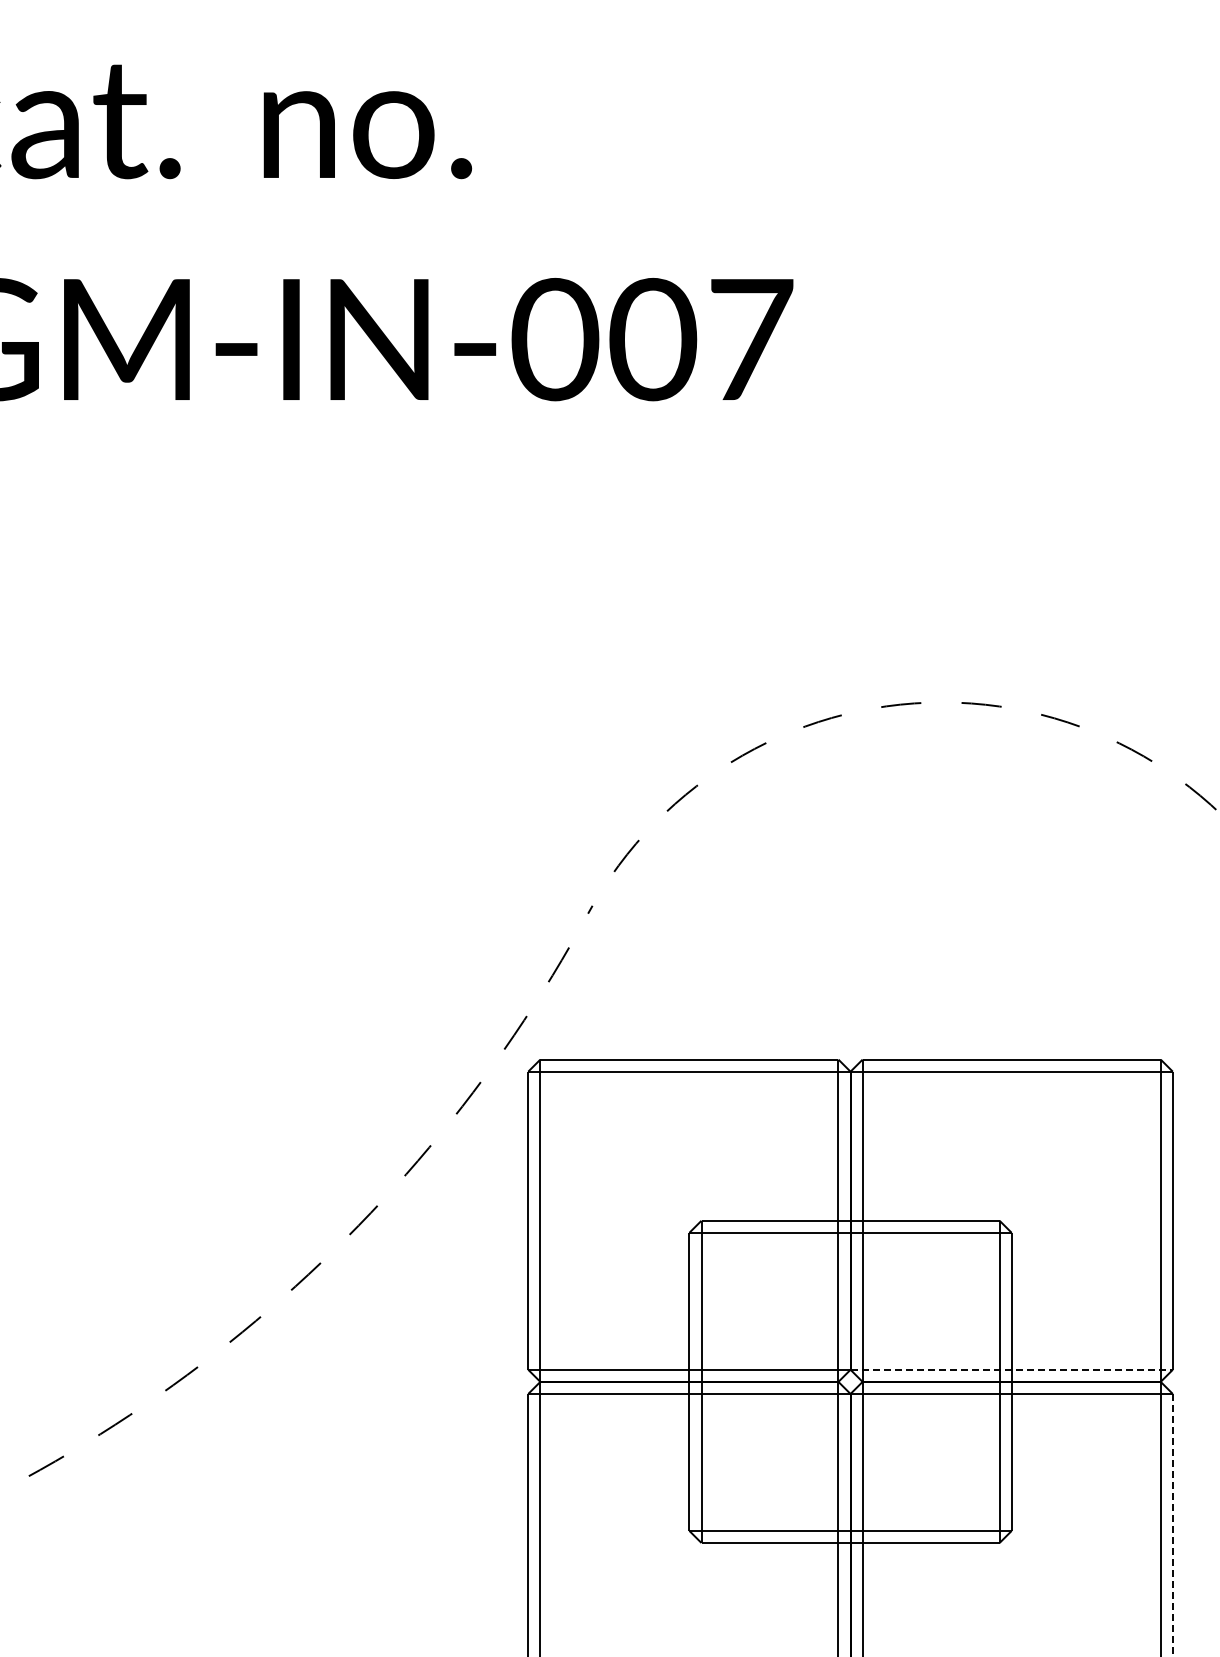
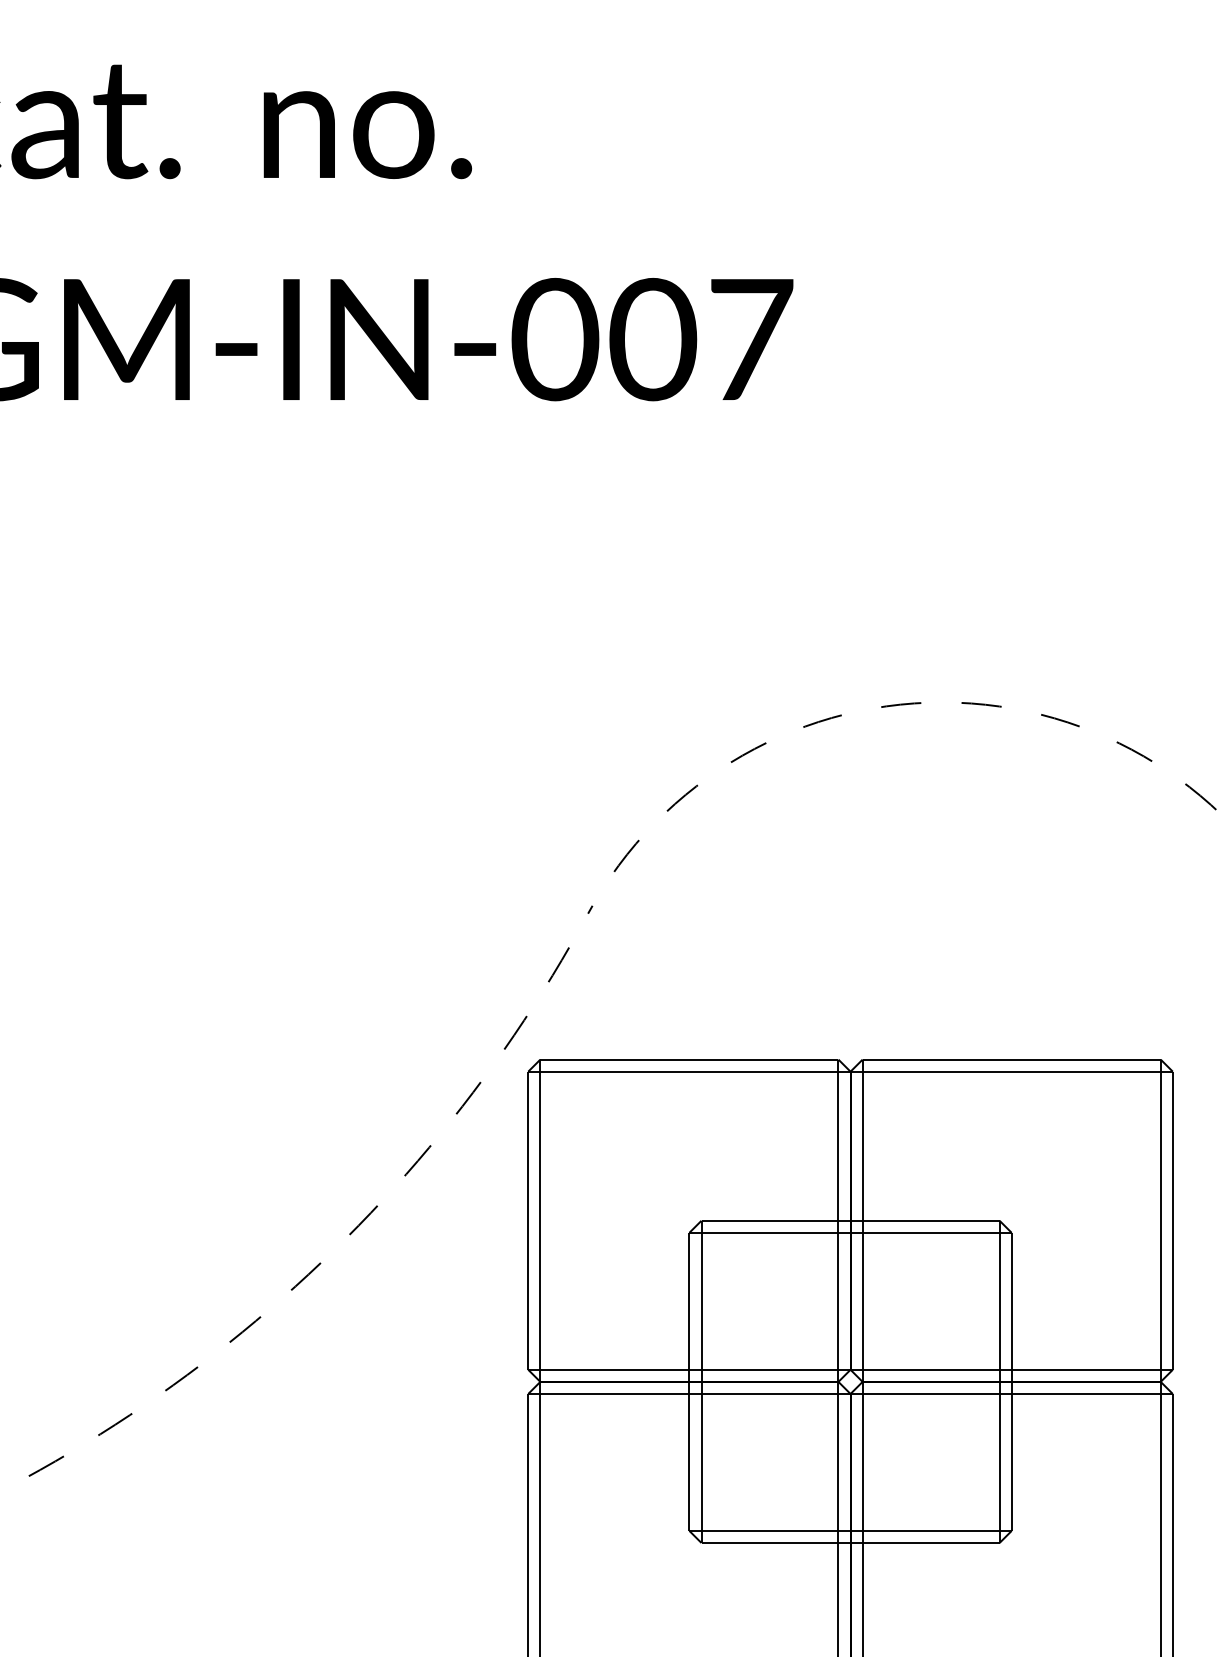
line at (1012, 1369): dashed -> solid
line at (1172, 1525): dashed -> solid
